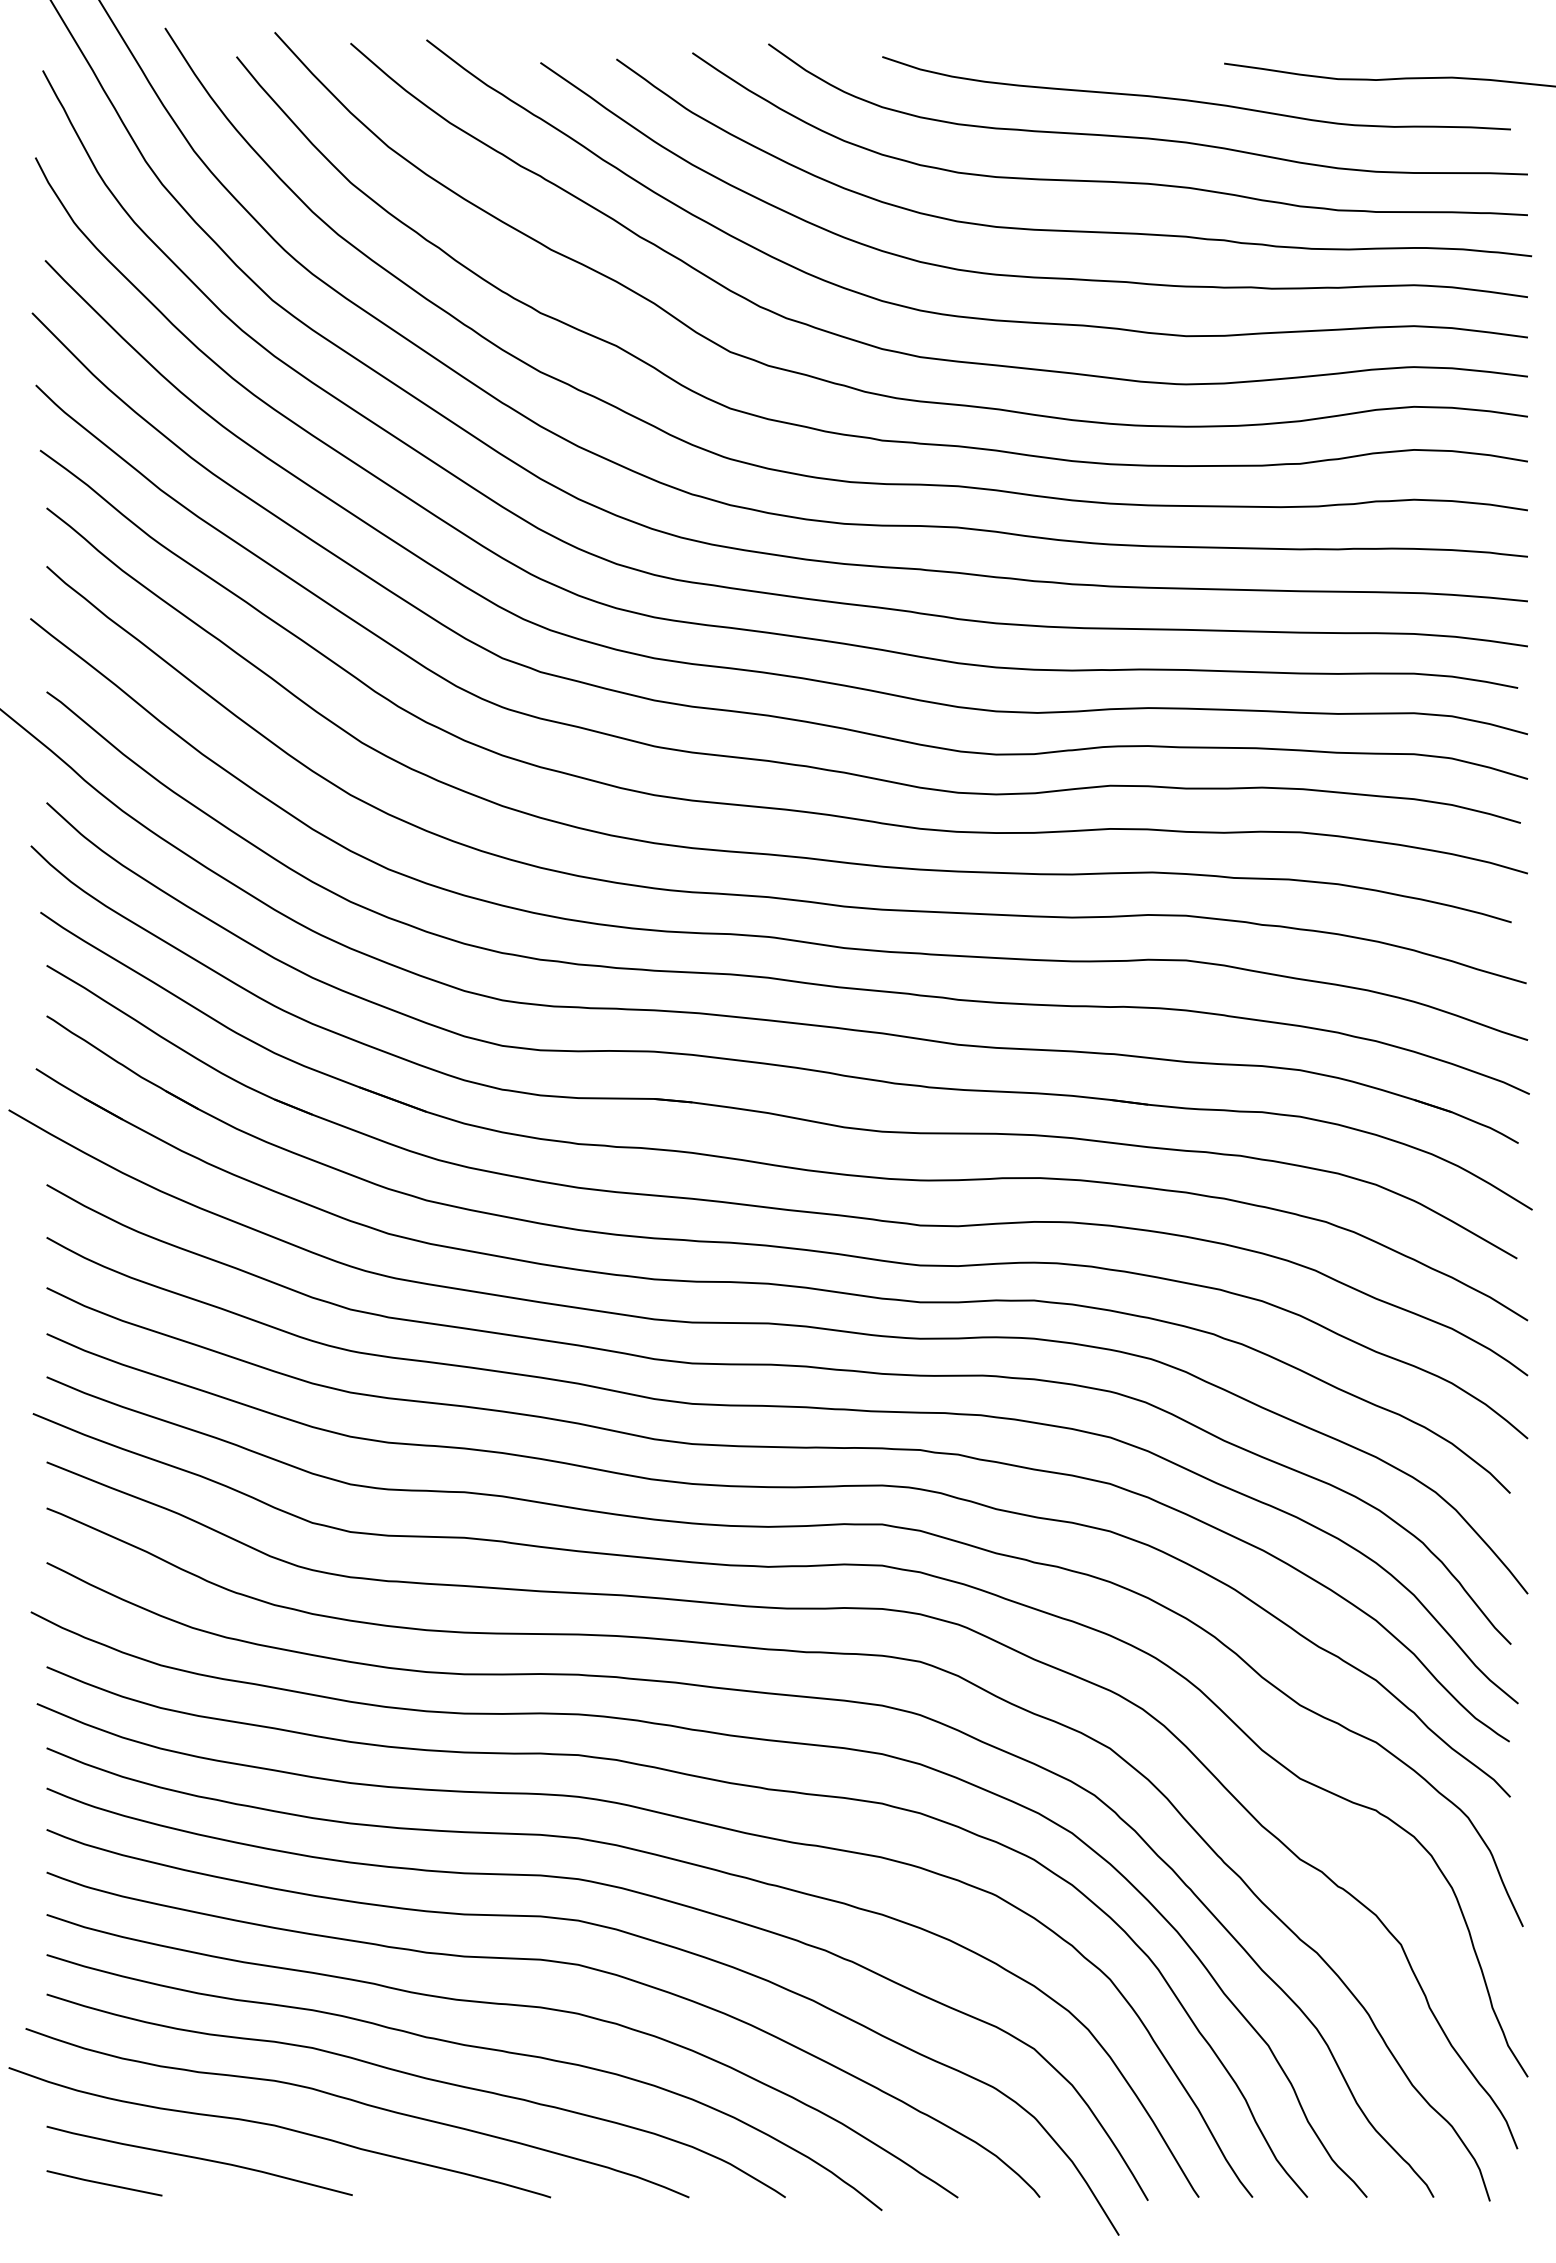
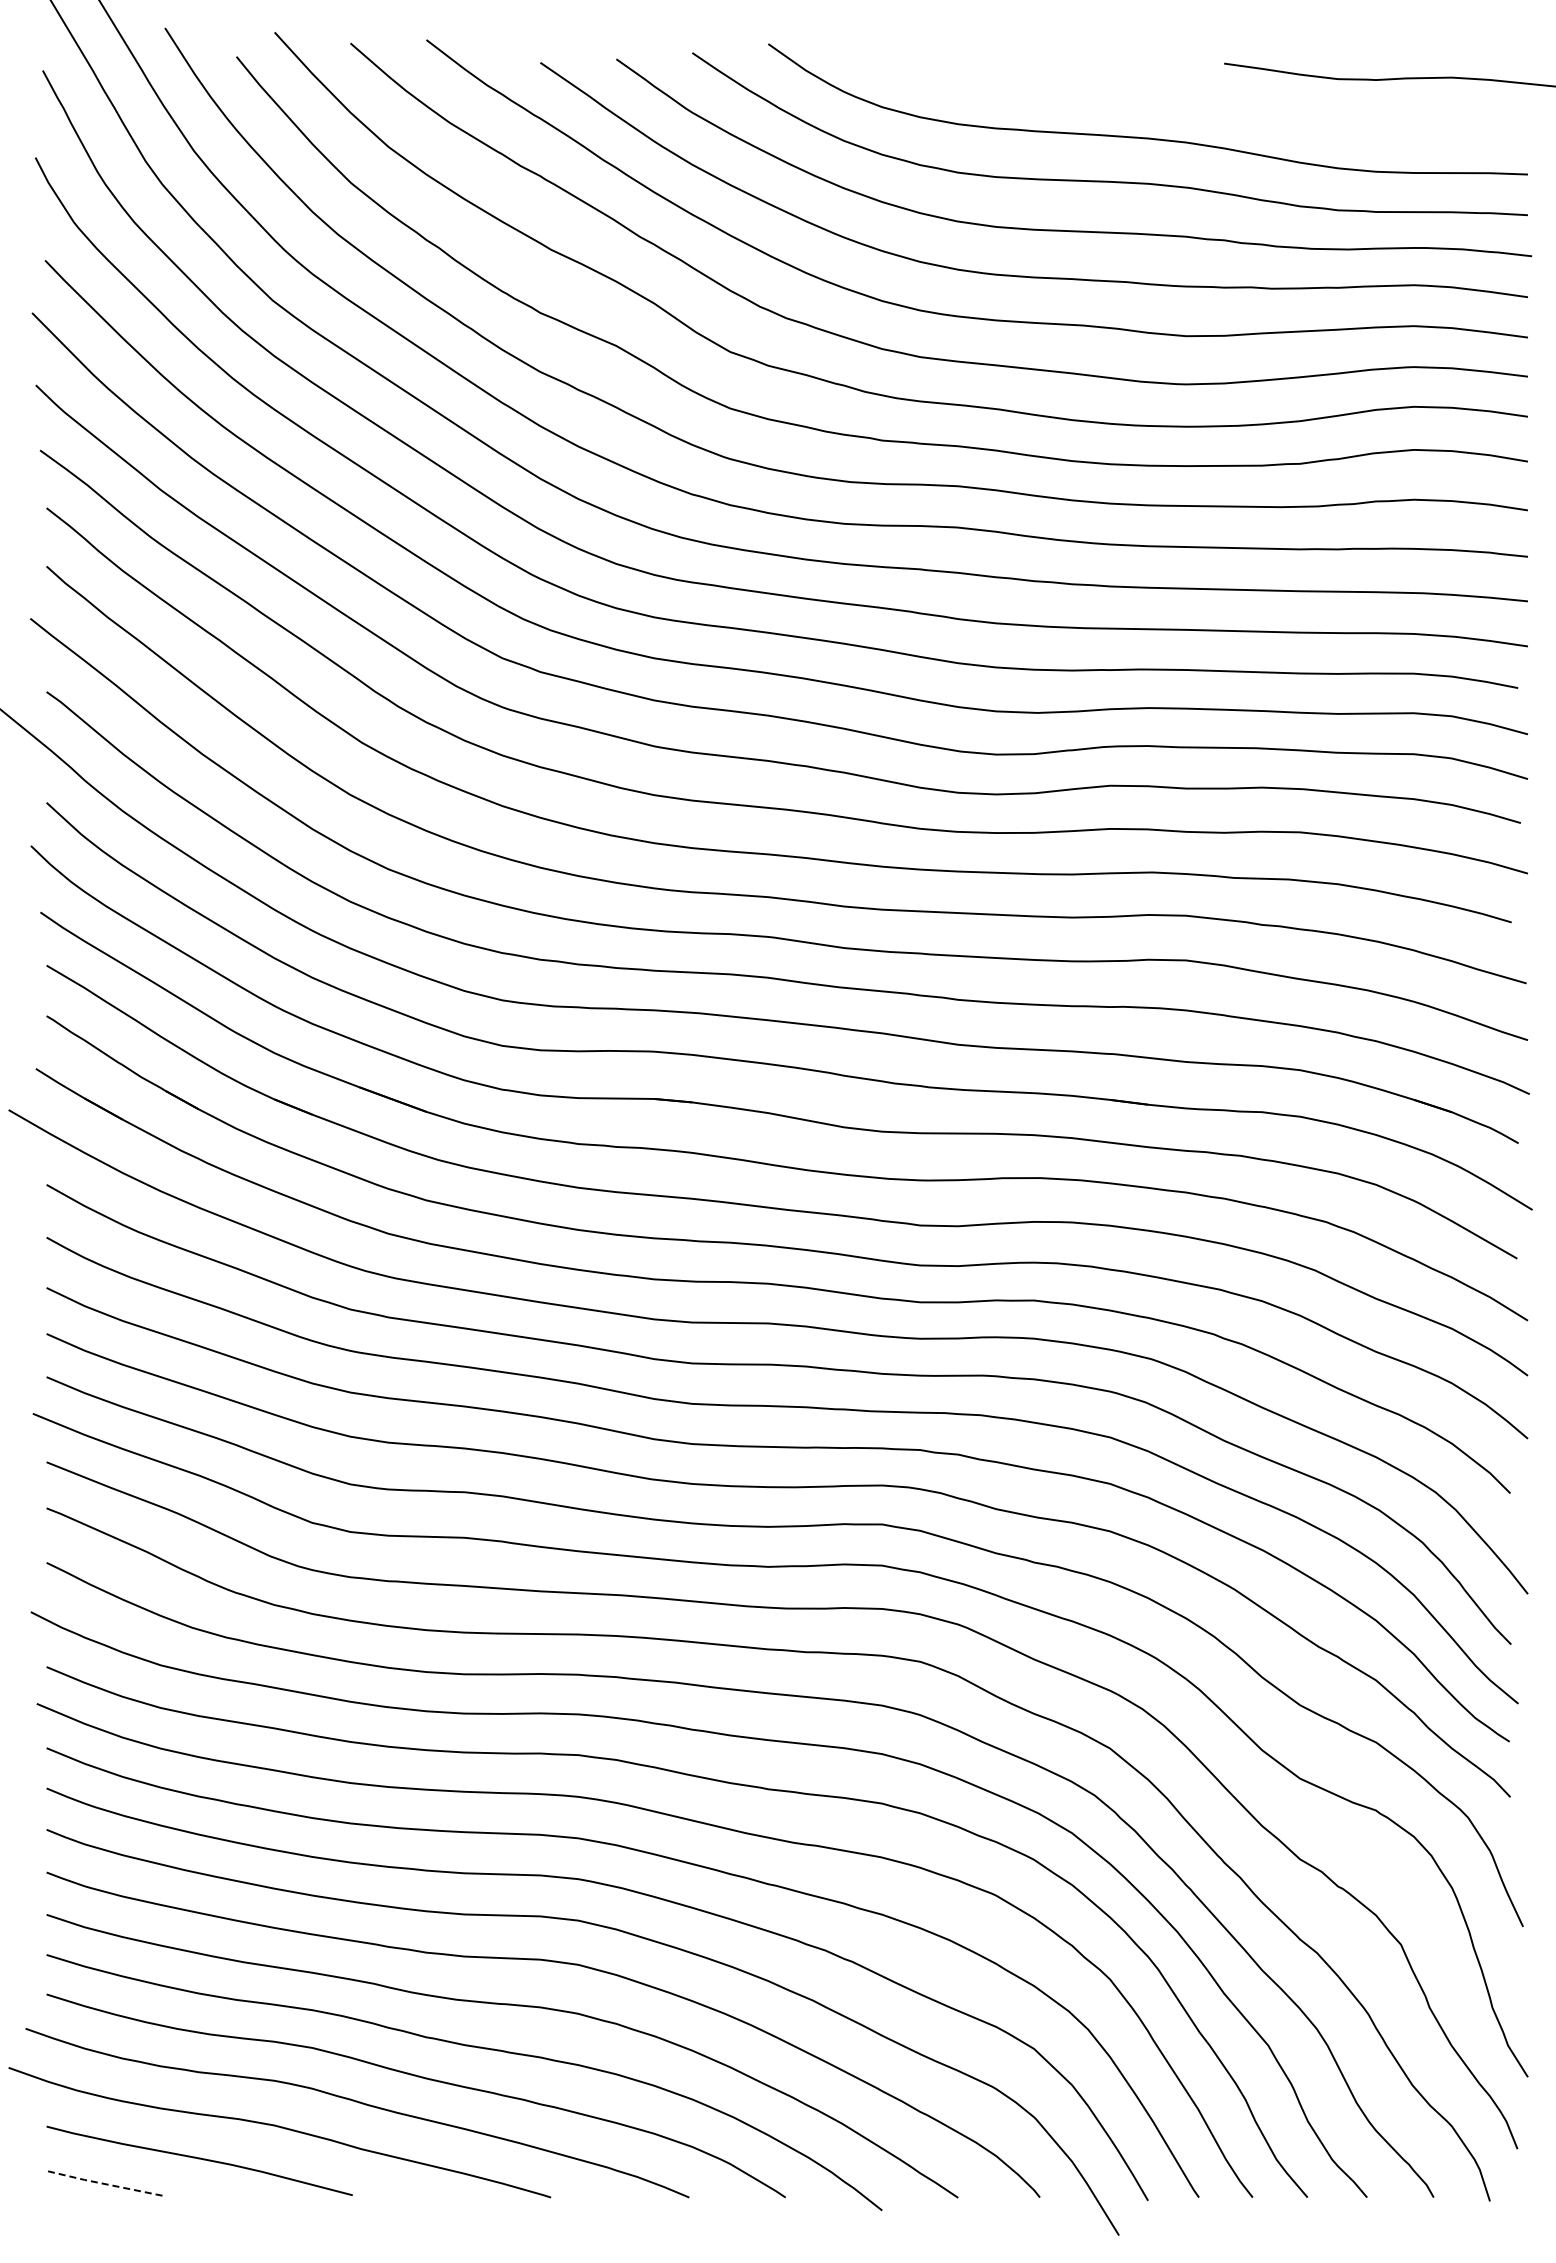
curve at (1196, 100): present -> none
line at (103, 2183): solid -> dashed
